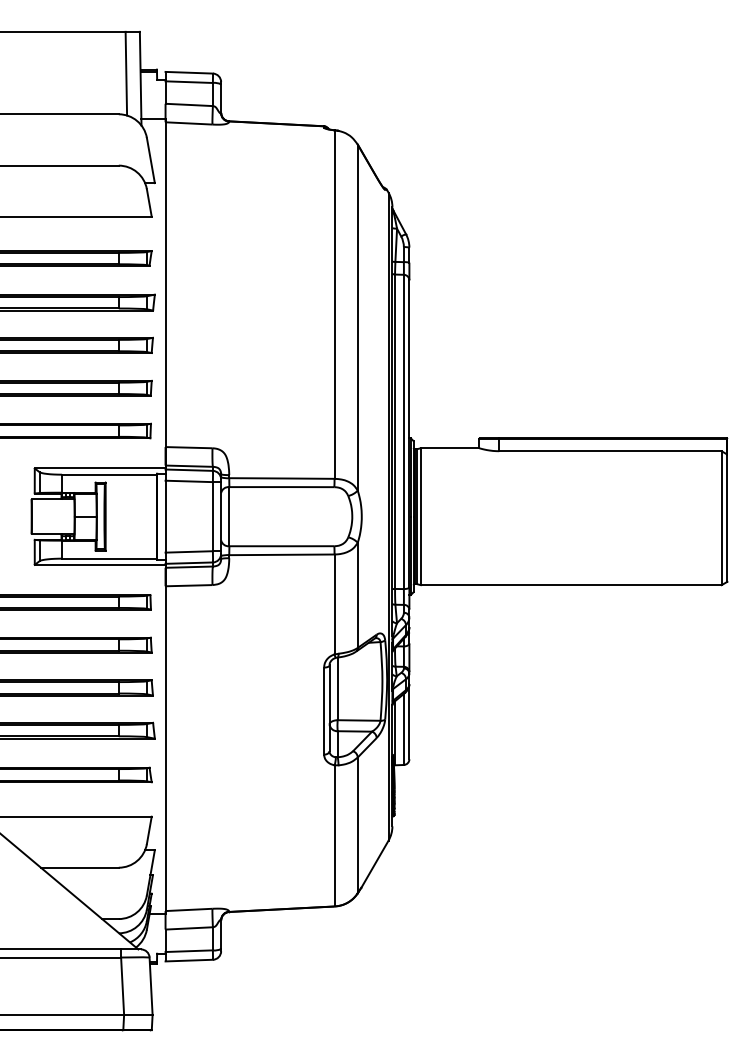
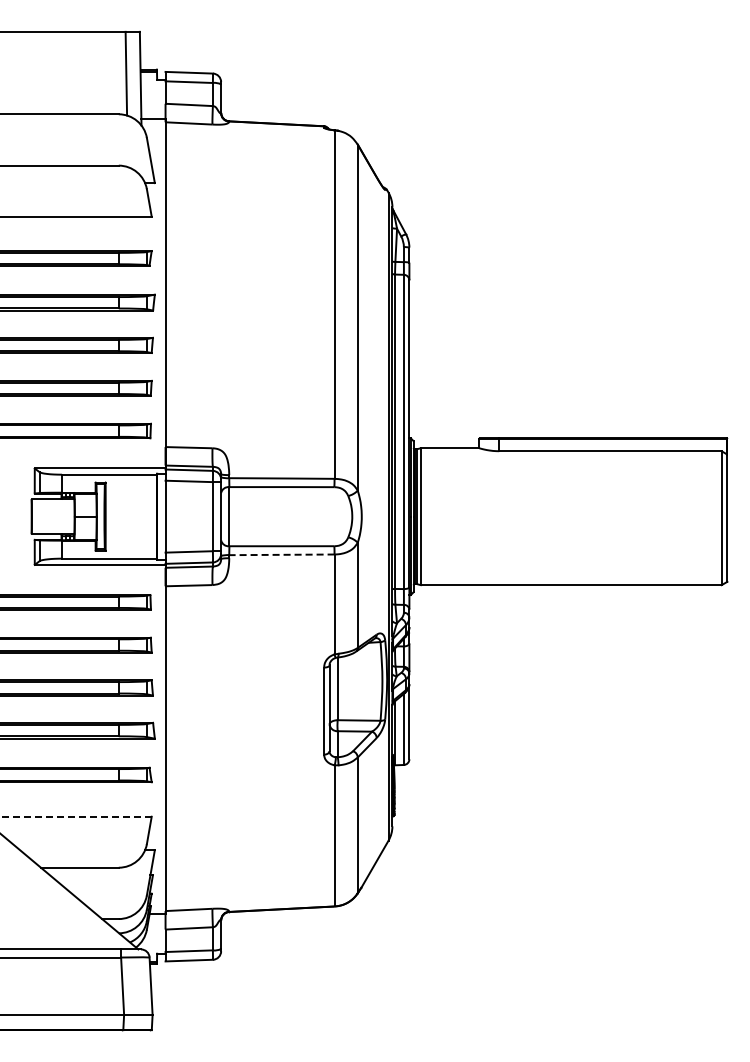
line at (281, 554): solid -> dashed
line at (75, 816): solid -> dashed
